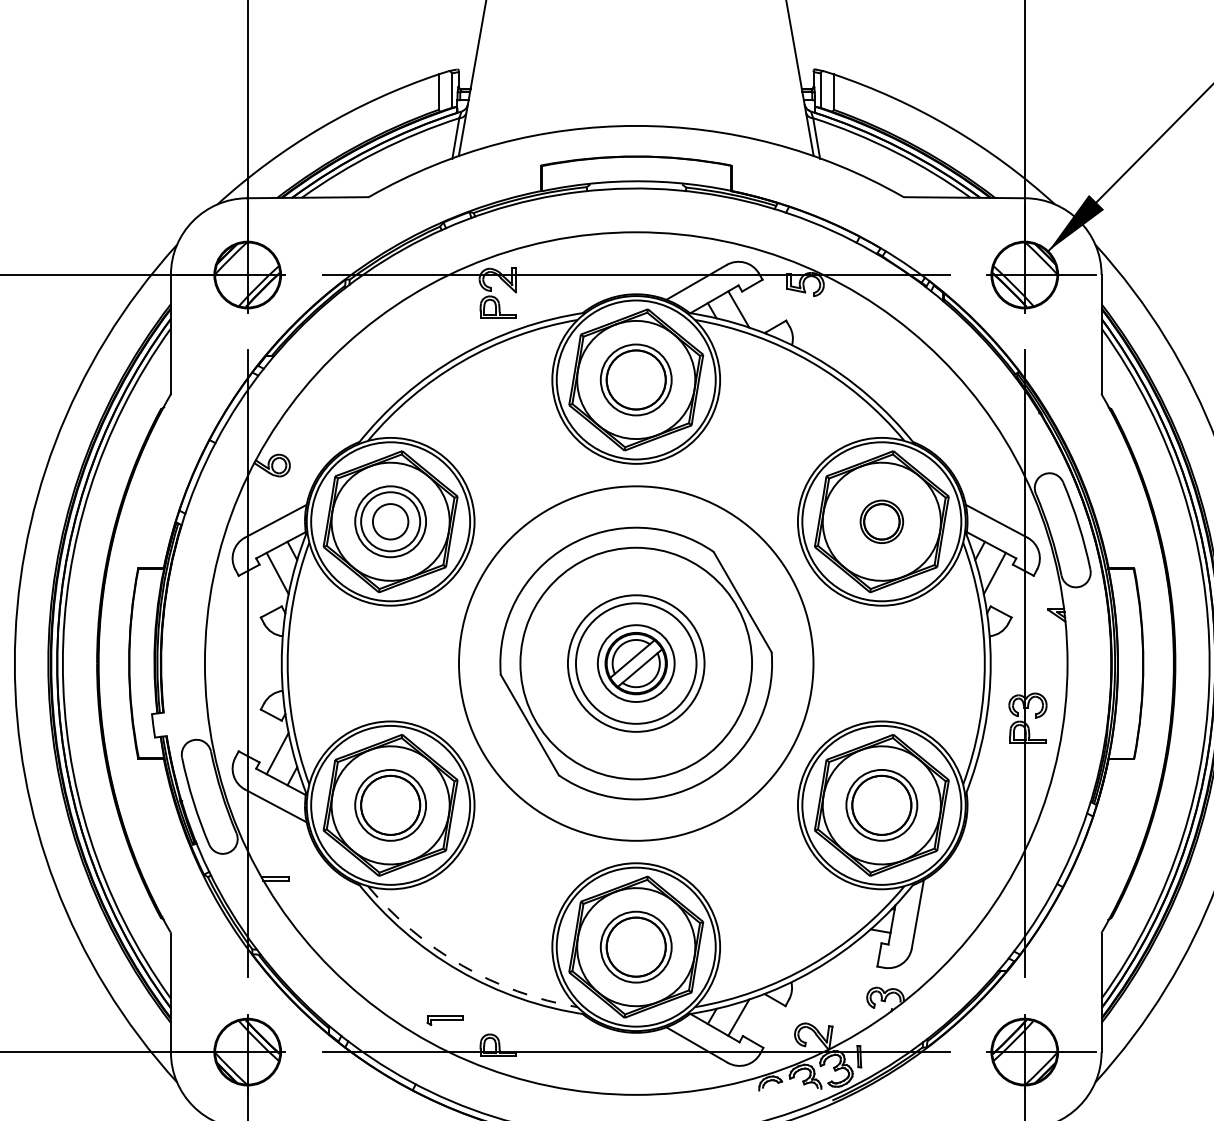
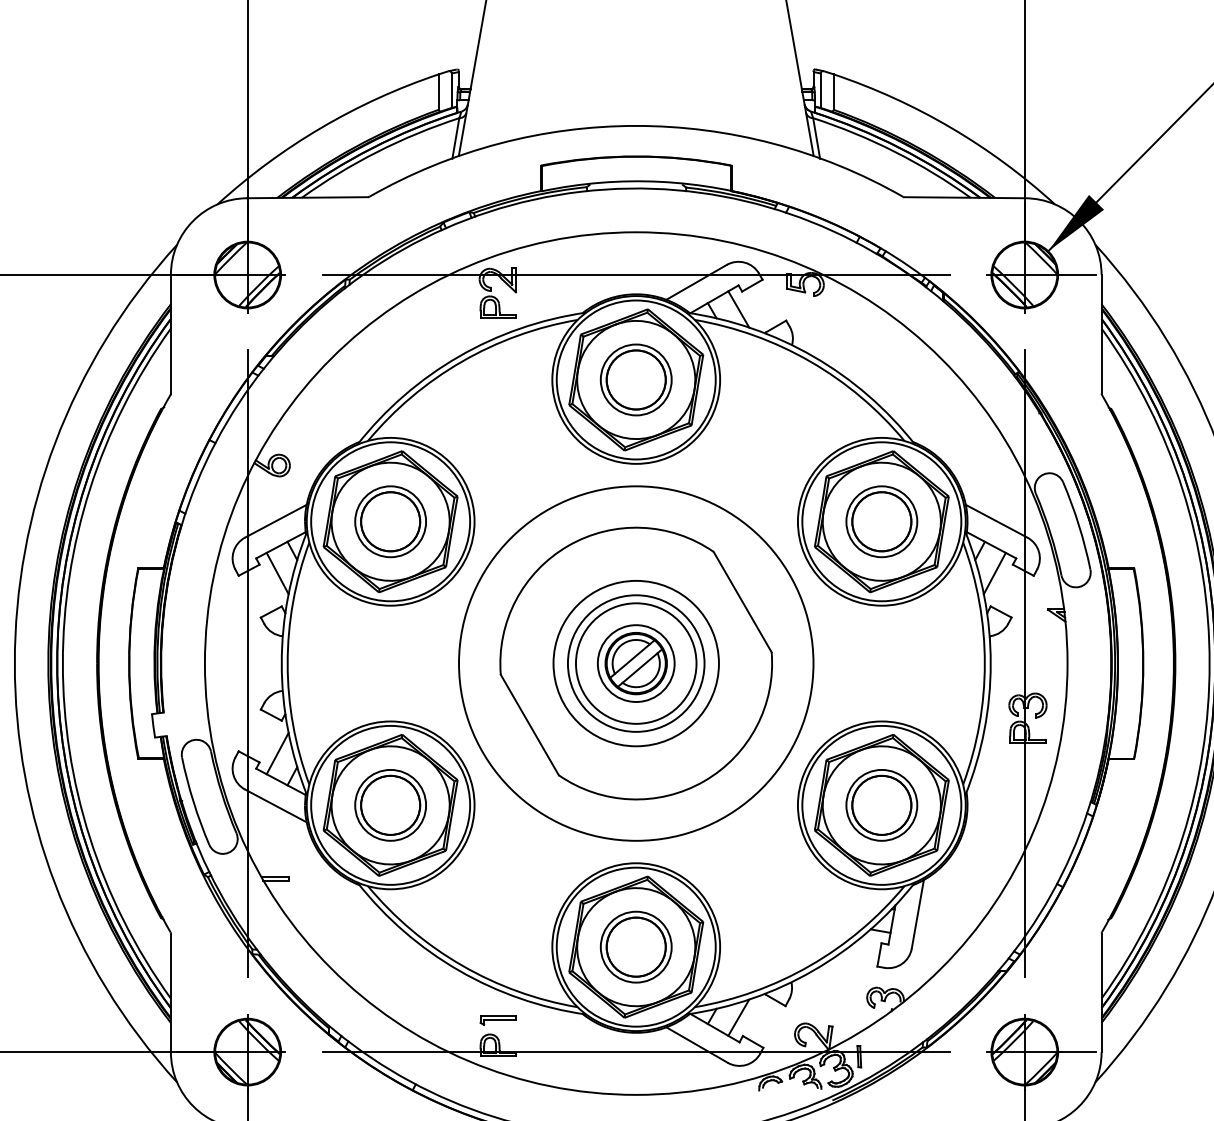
circle at (390, 521) diameter: 35 px -> 59 px
part at (881, 521) size: 46x45 px -> 74x74 px
circle at (636, 663) diameter: 232 px -> 165 px
arc at (461, 965): dashed -> solid
part at (444, 1020) position: (444, 1020) -> (497, 1020)
